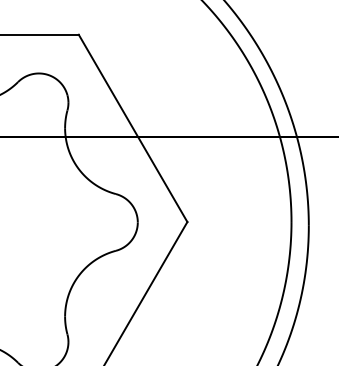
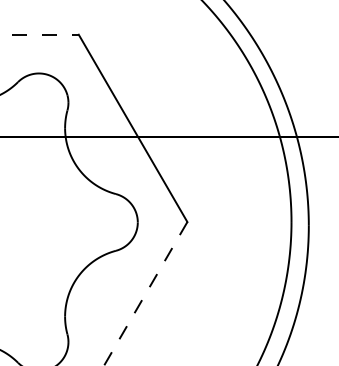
line at (39, 34): solid -> dashed
line at (145, 293): solid -> dashed
